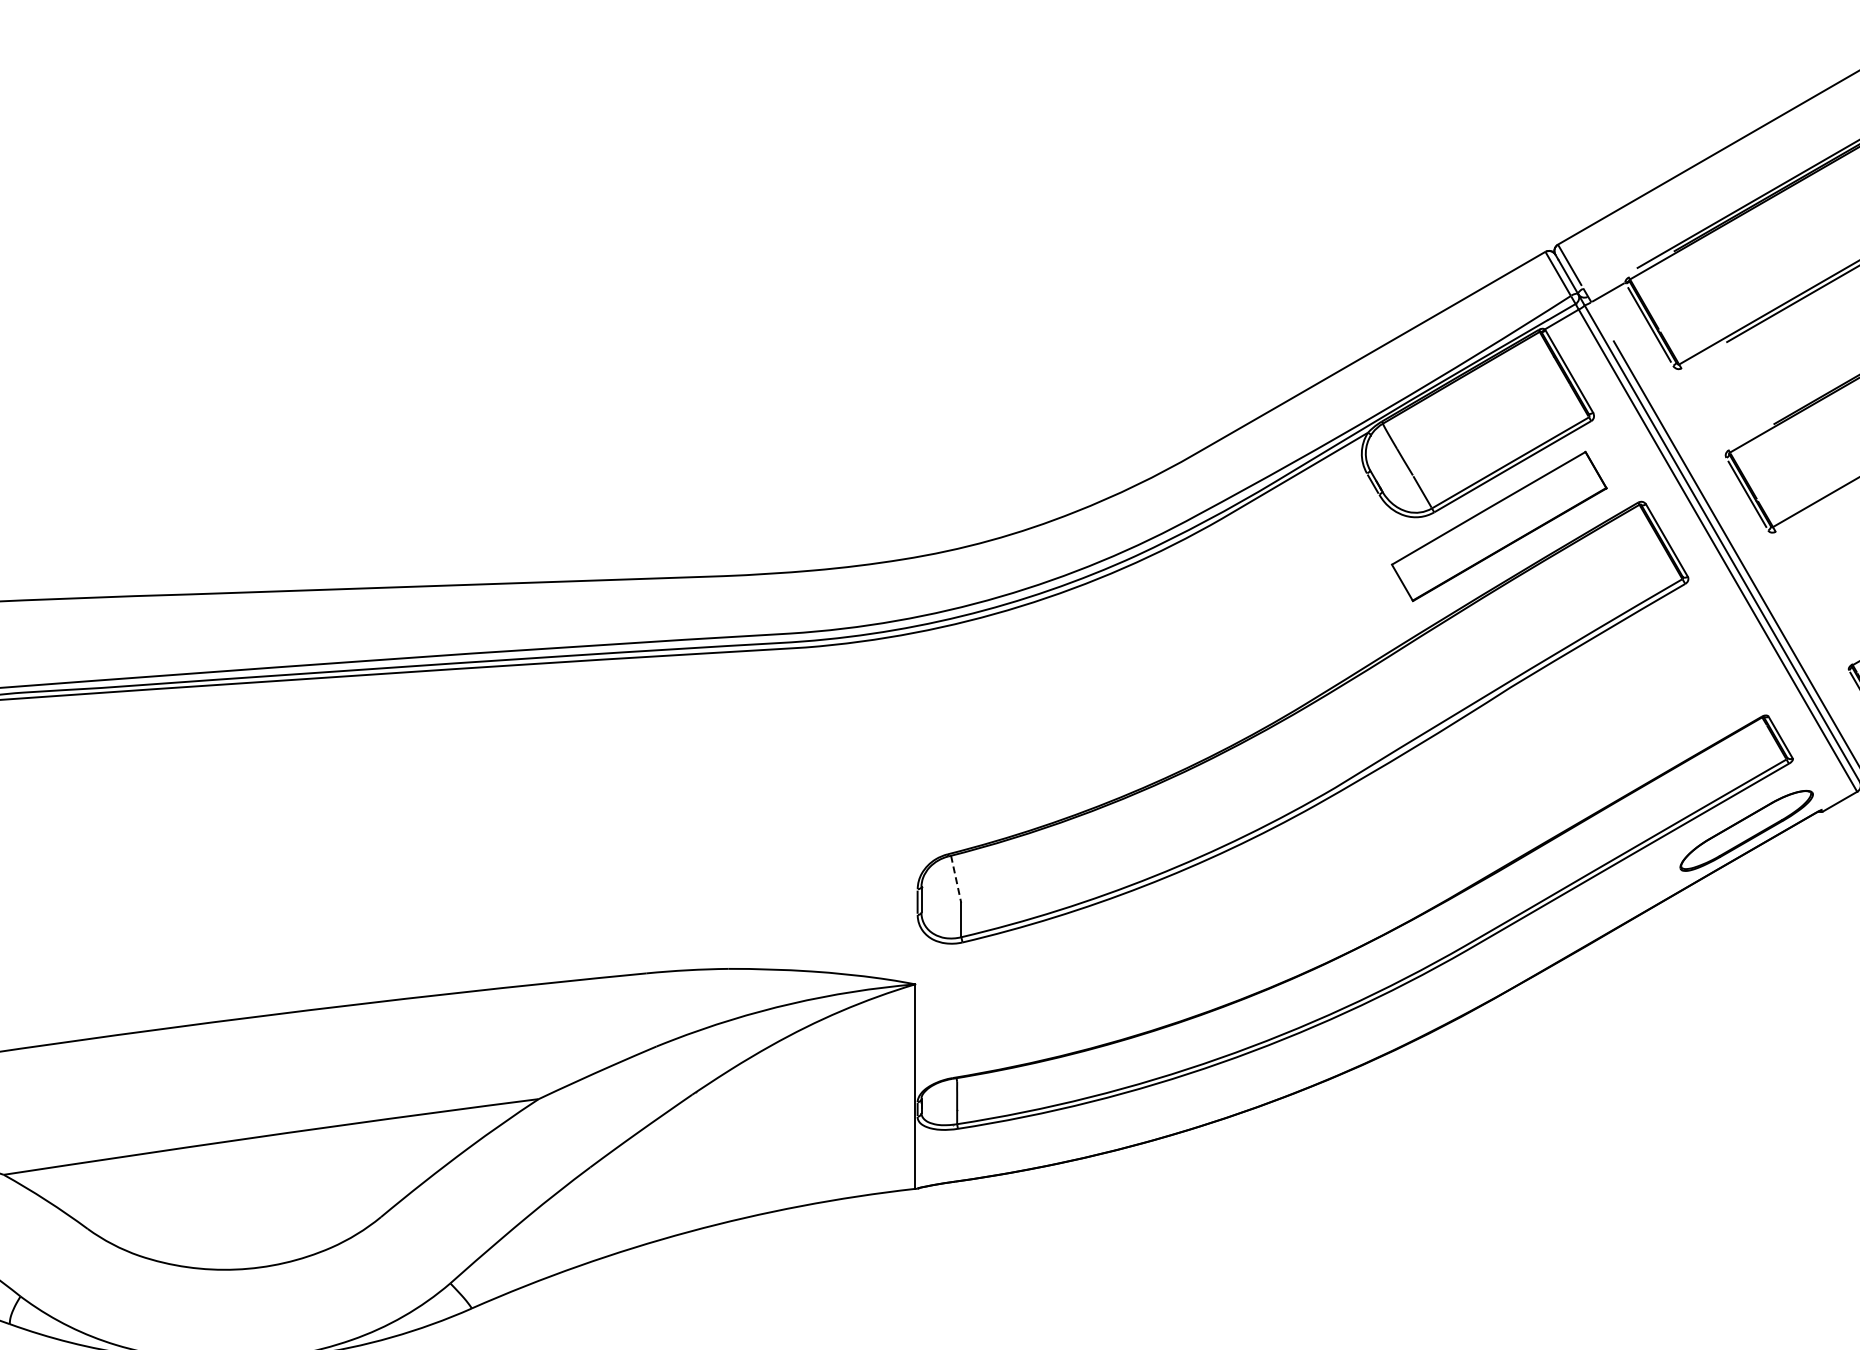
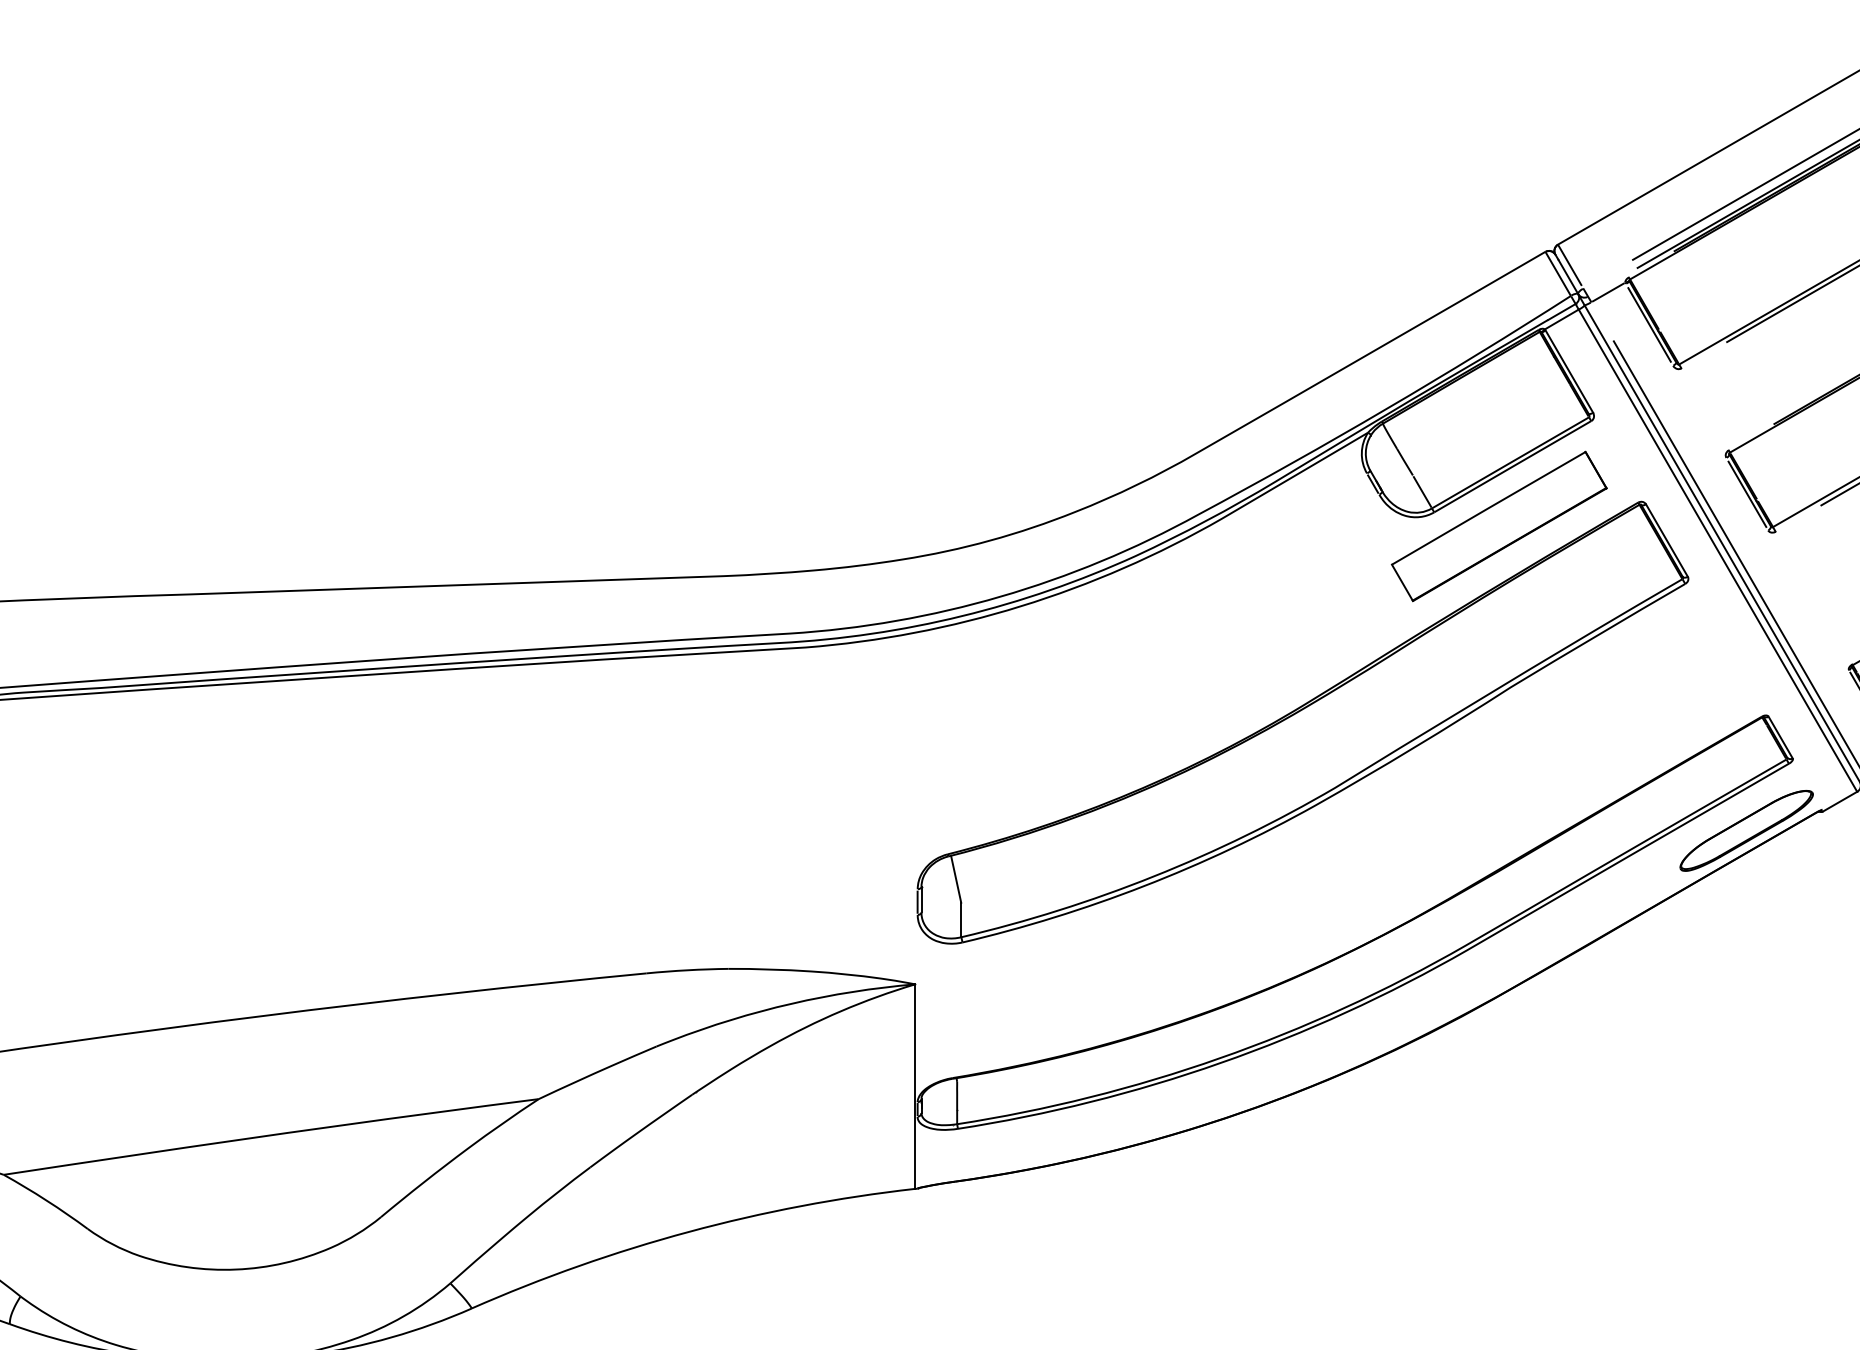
line at (1744, 194): none -> present
line at (1838, 494): none -> present
line at (956, 879): dashed -> solid
